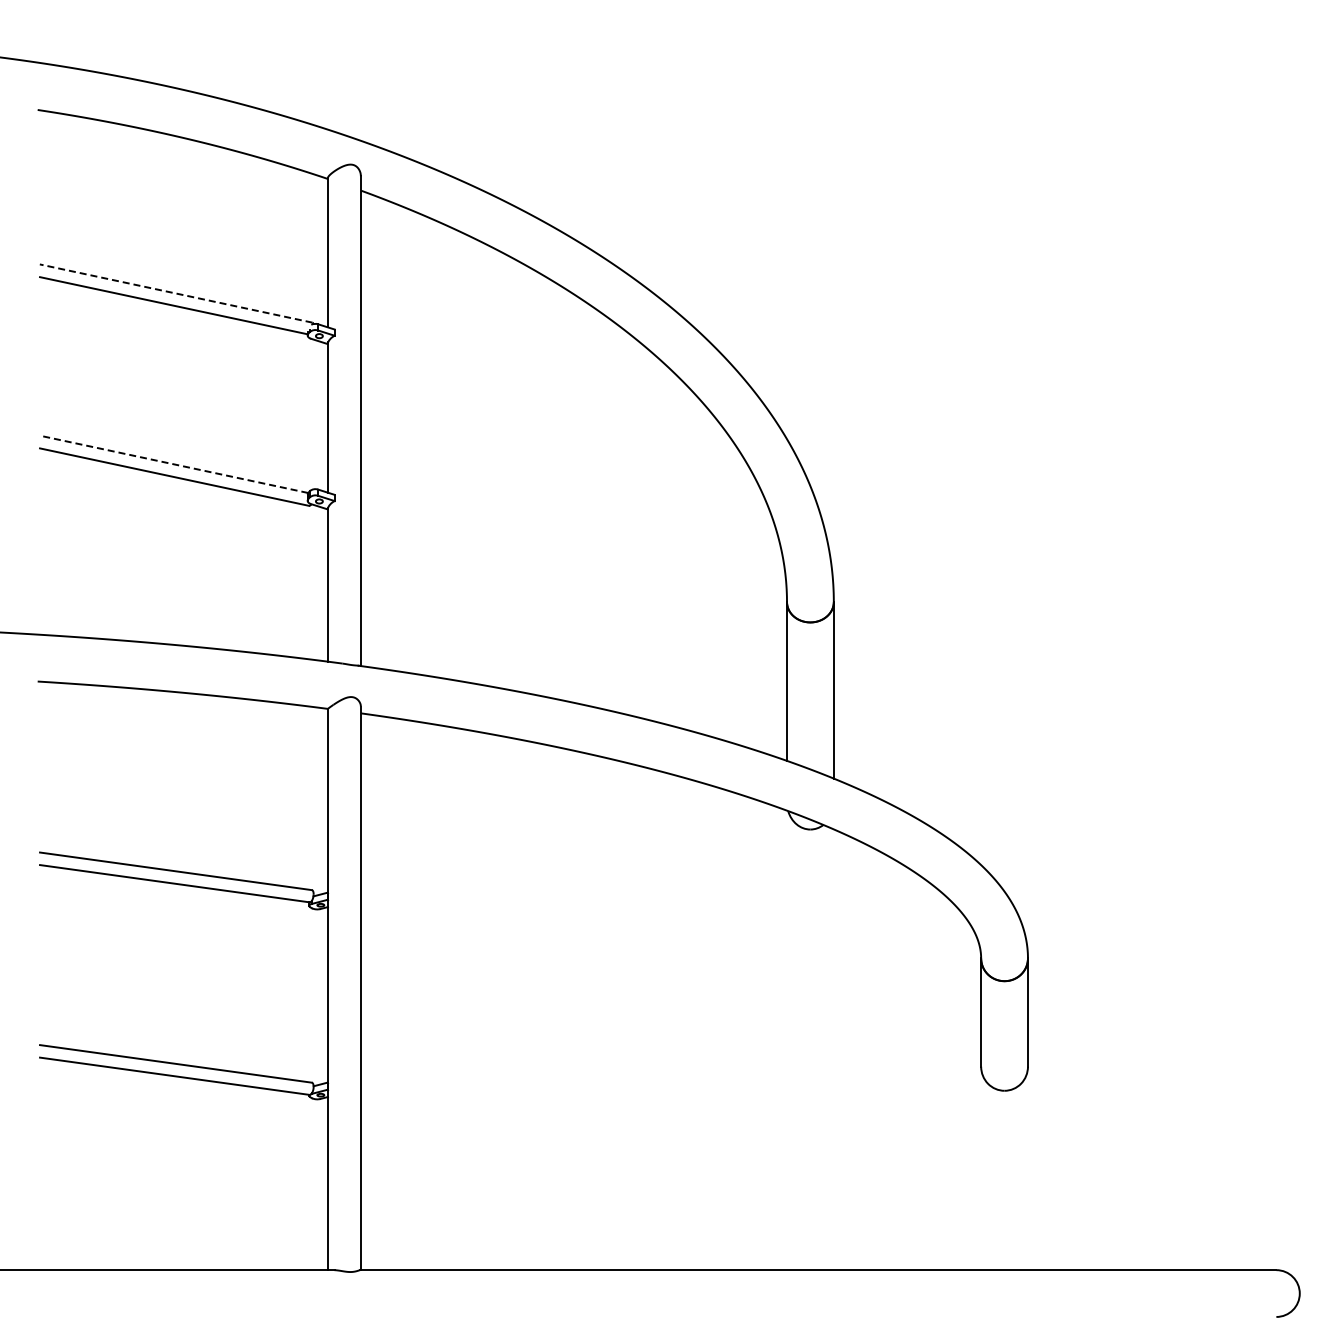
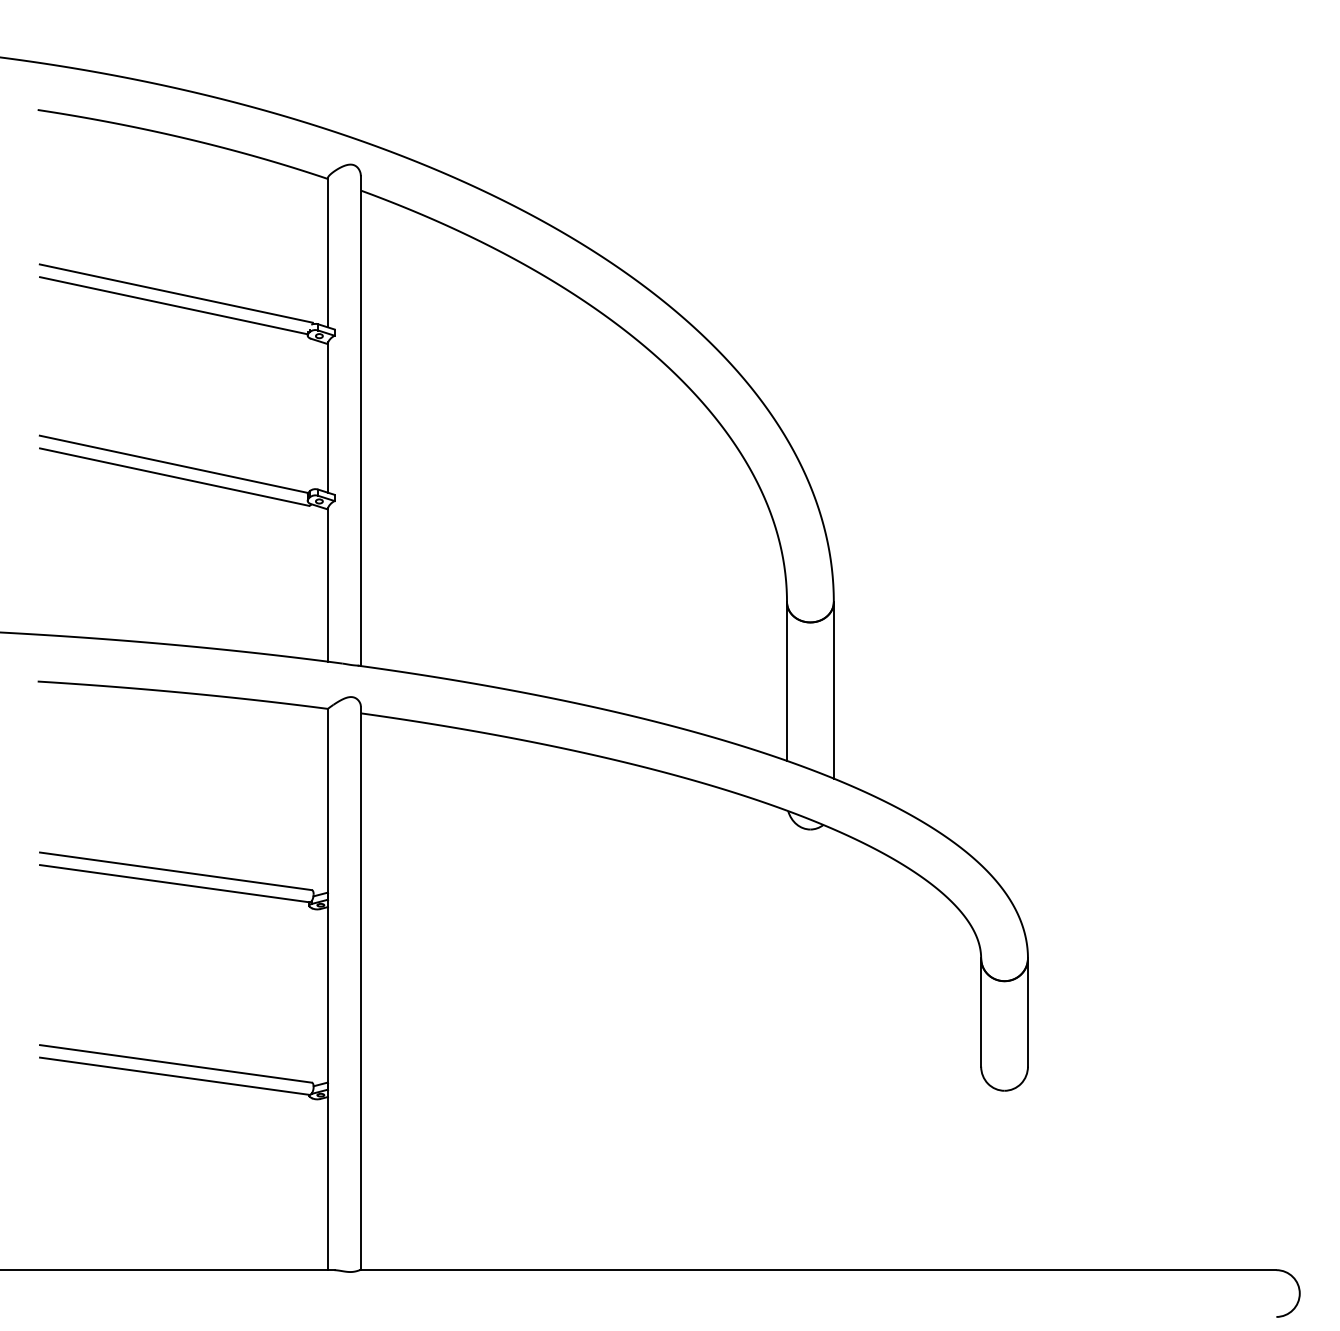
line at (175, 293): dashed -> solid
line at (173, 464): dashed -> solid
